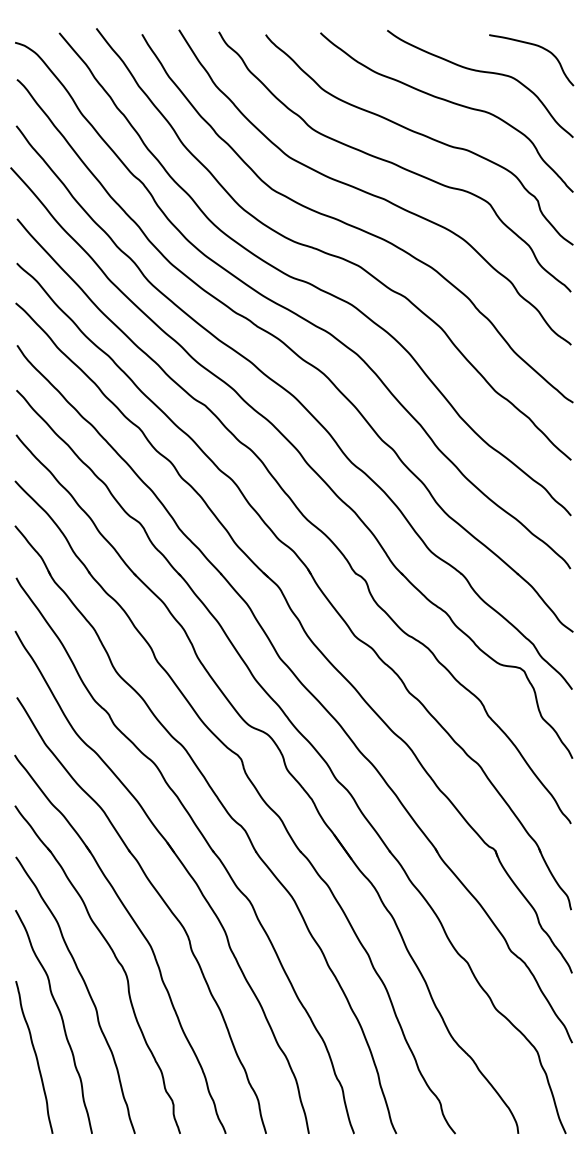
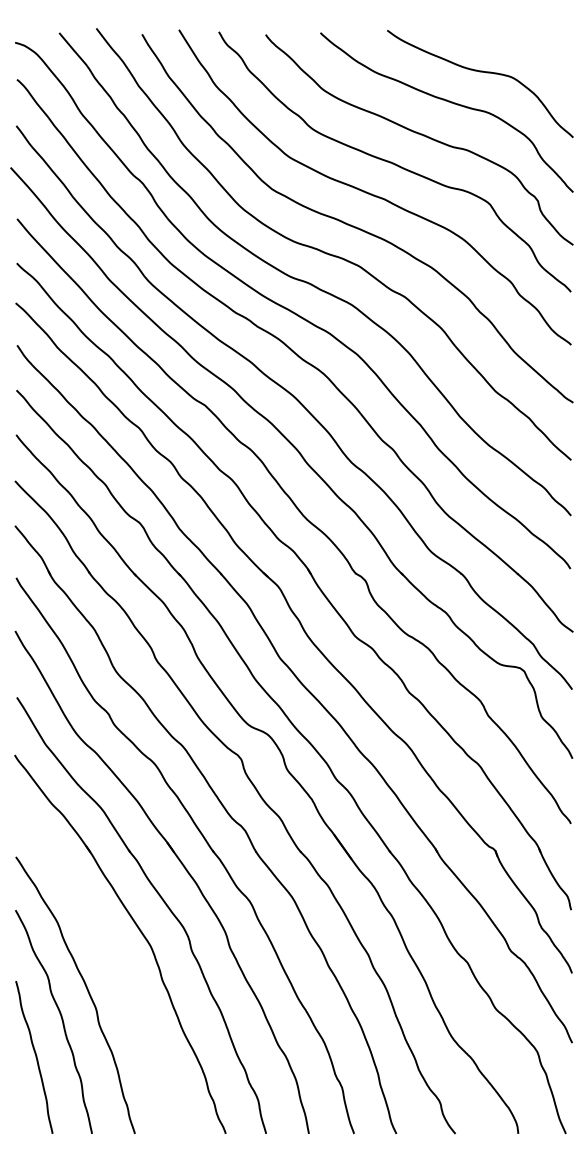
curve at (536, 46): present -> none
part at (116, 960): present -> none
